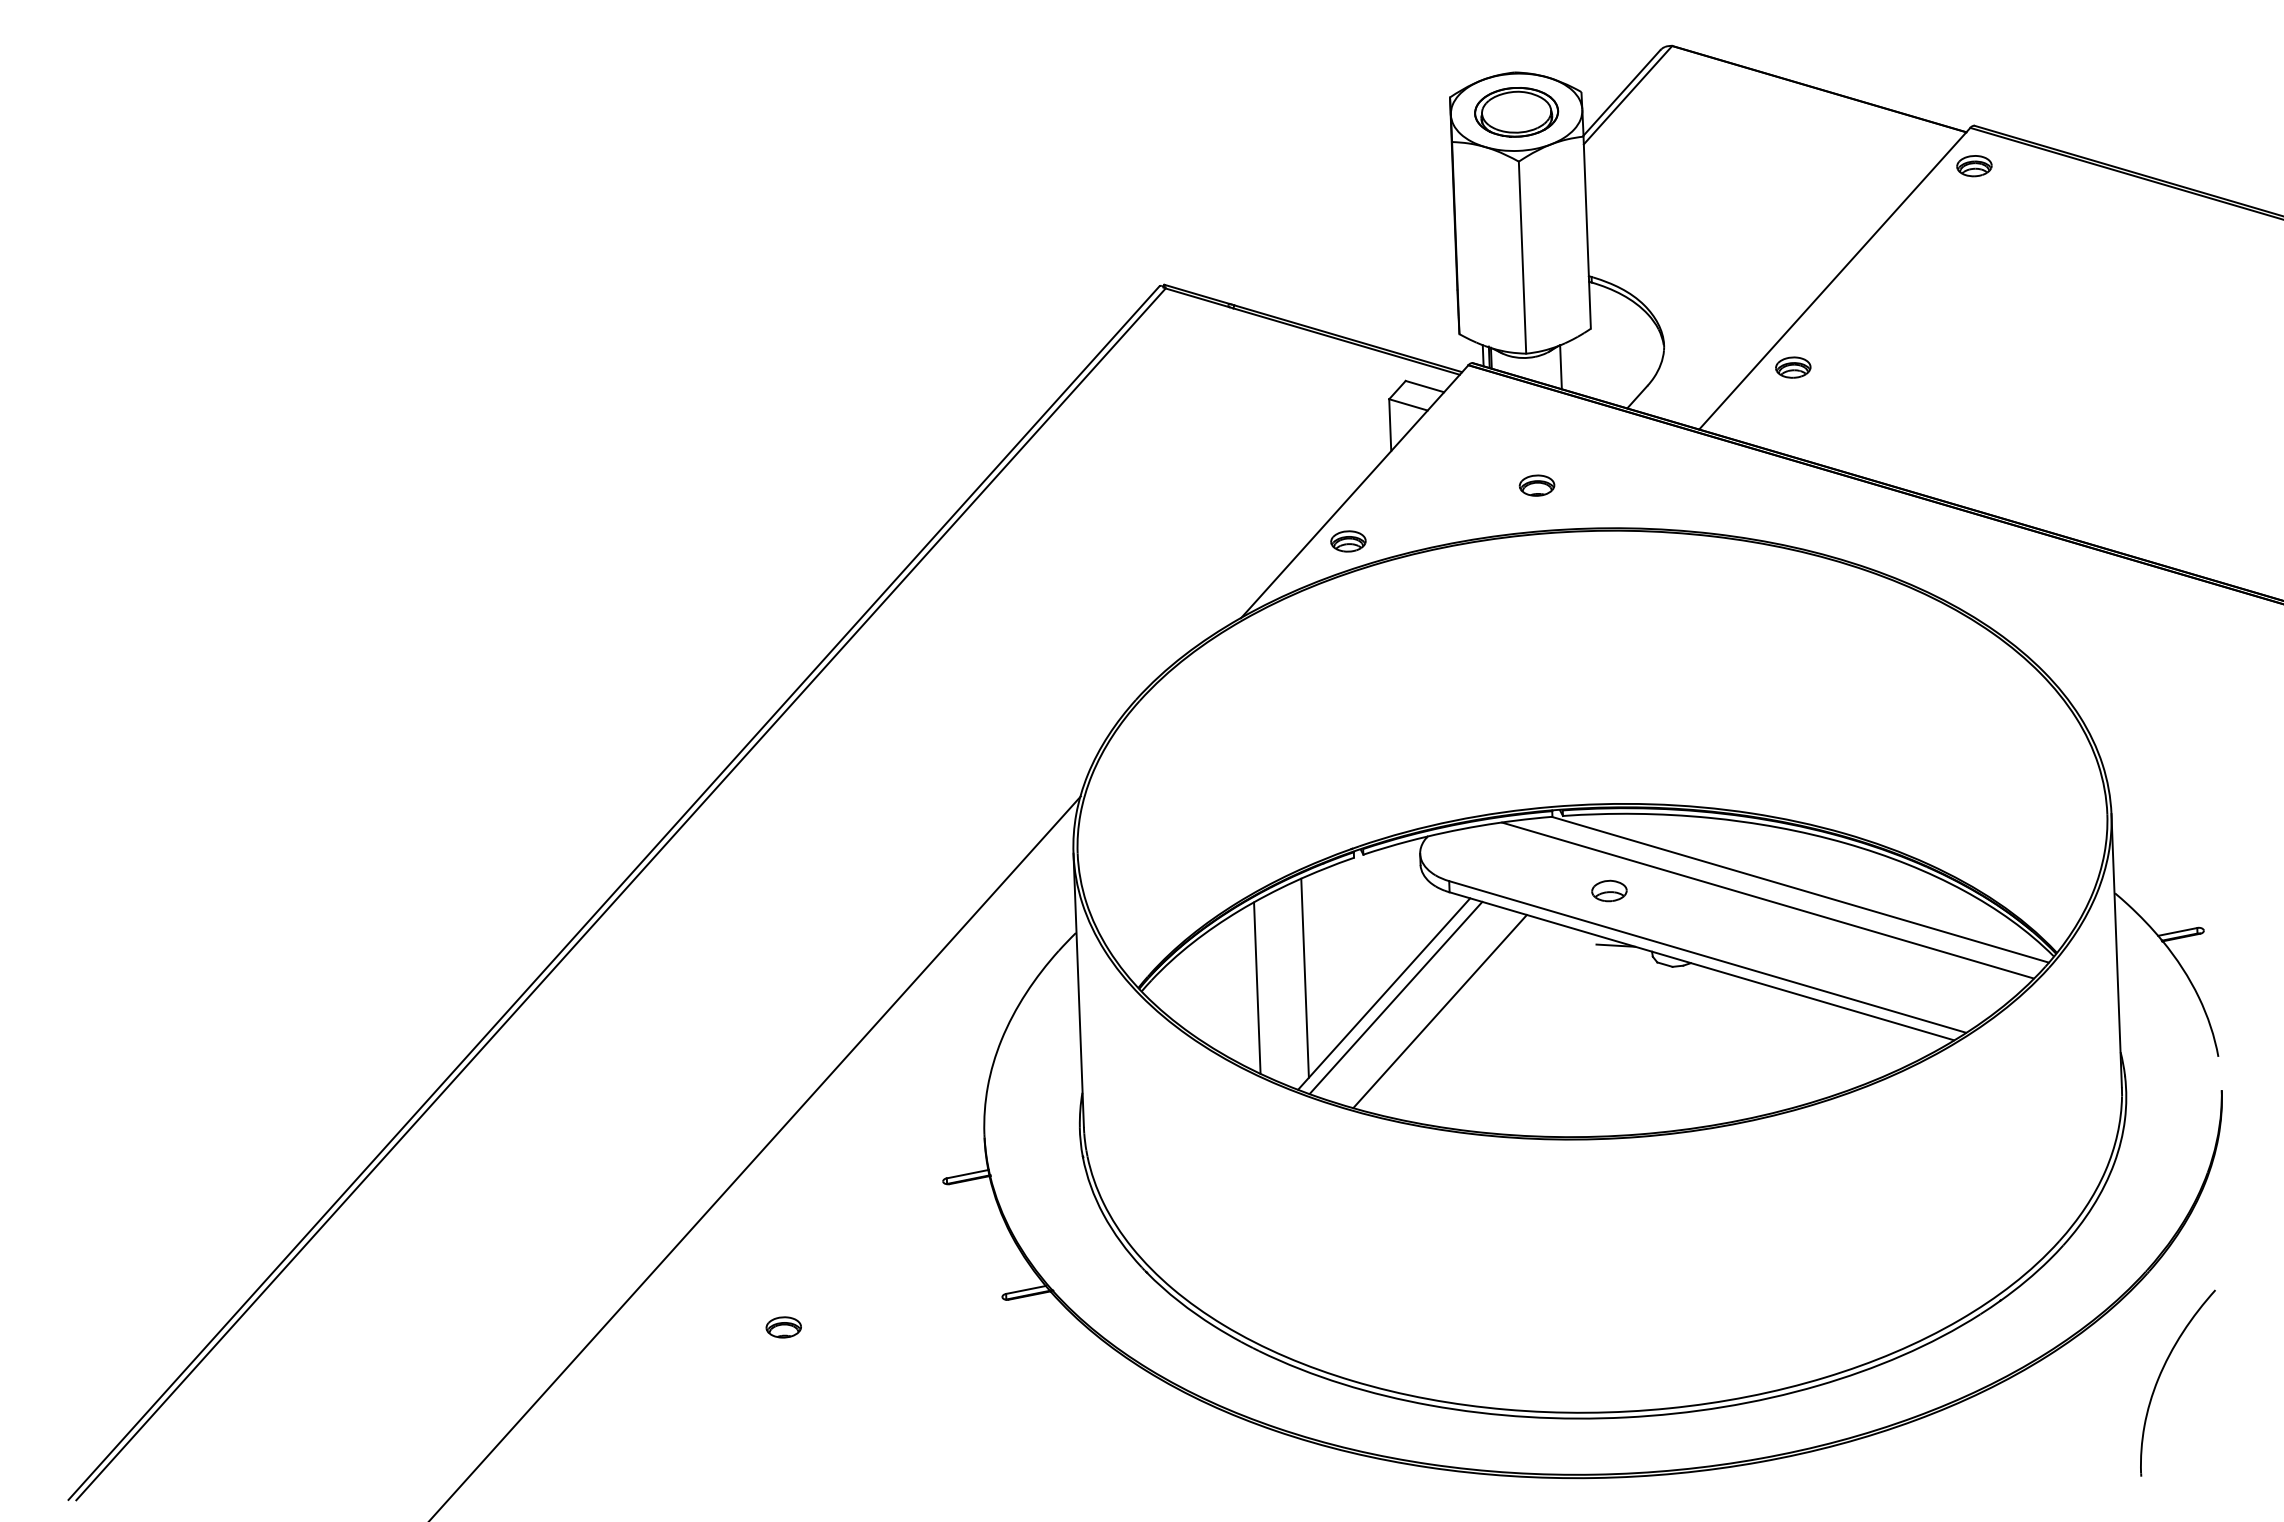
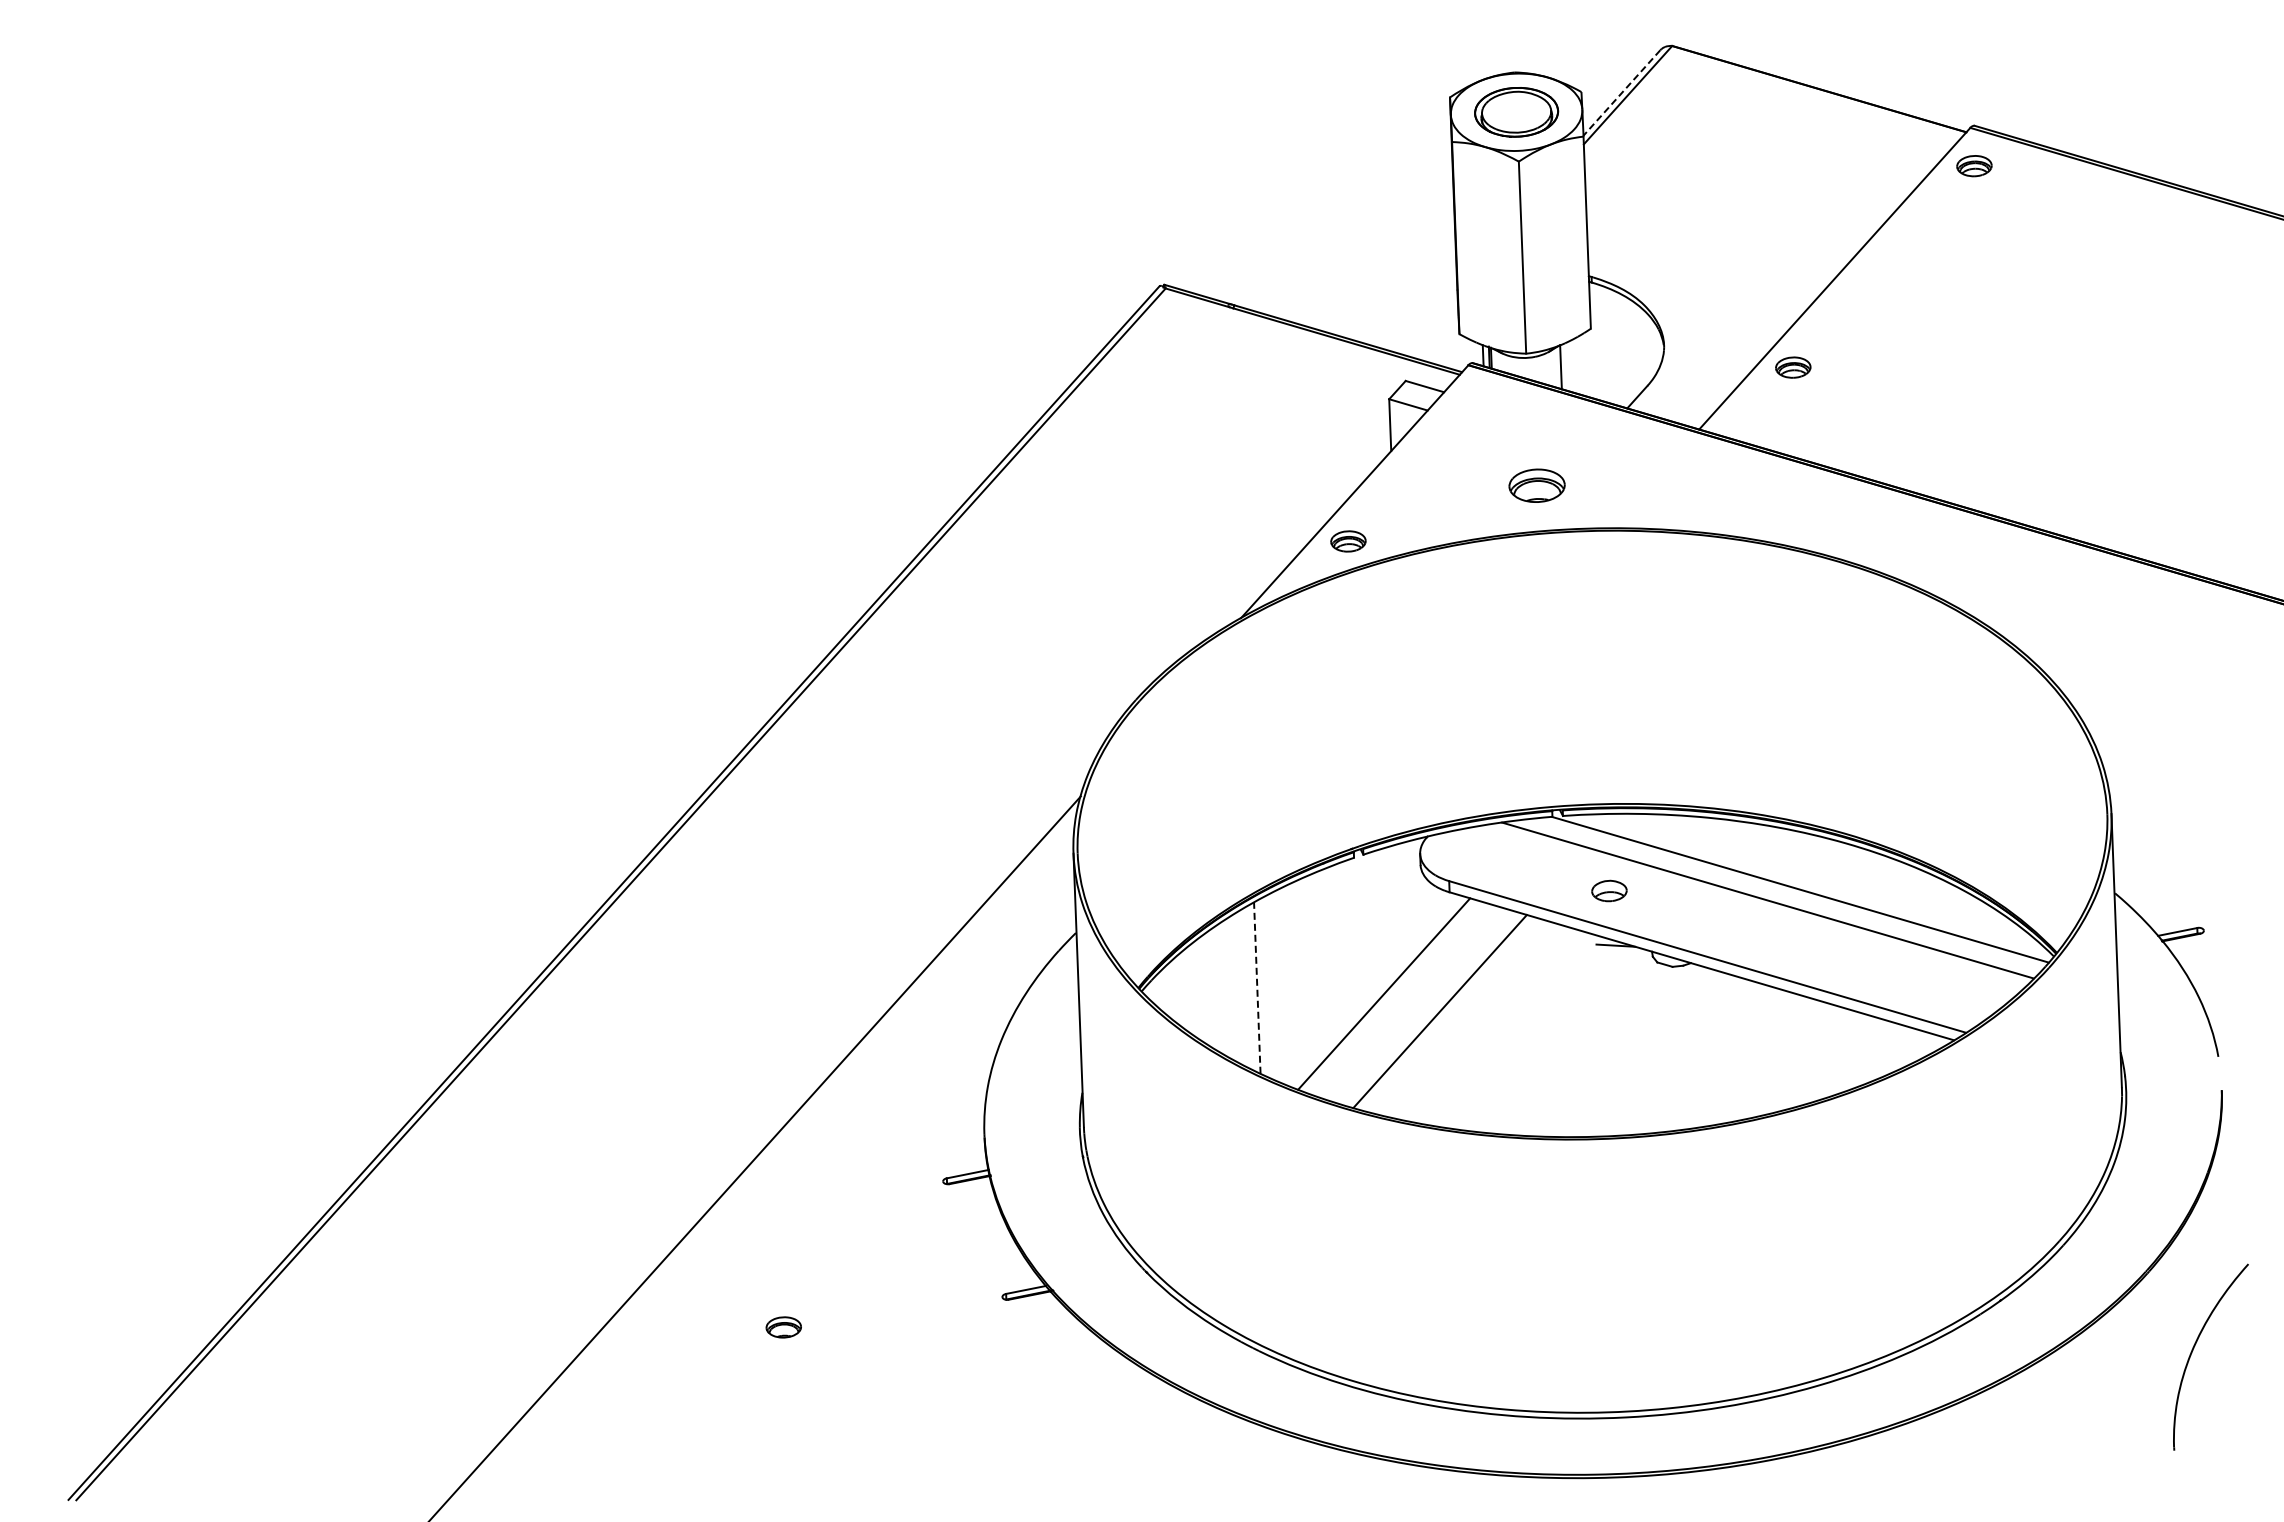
line at (1621, 93): solid -> dashed
part at (1536, 485) size: 38x23 px -> 58x35 px
line at (1304, 977): present -> none
line at (1257, 988): solid -> dashed
line at (1395, 997): present -> none
part at (2161, 1374) position: (2161, 1374) -> (2194, 1348)
